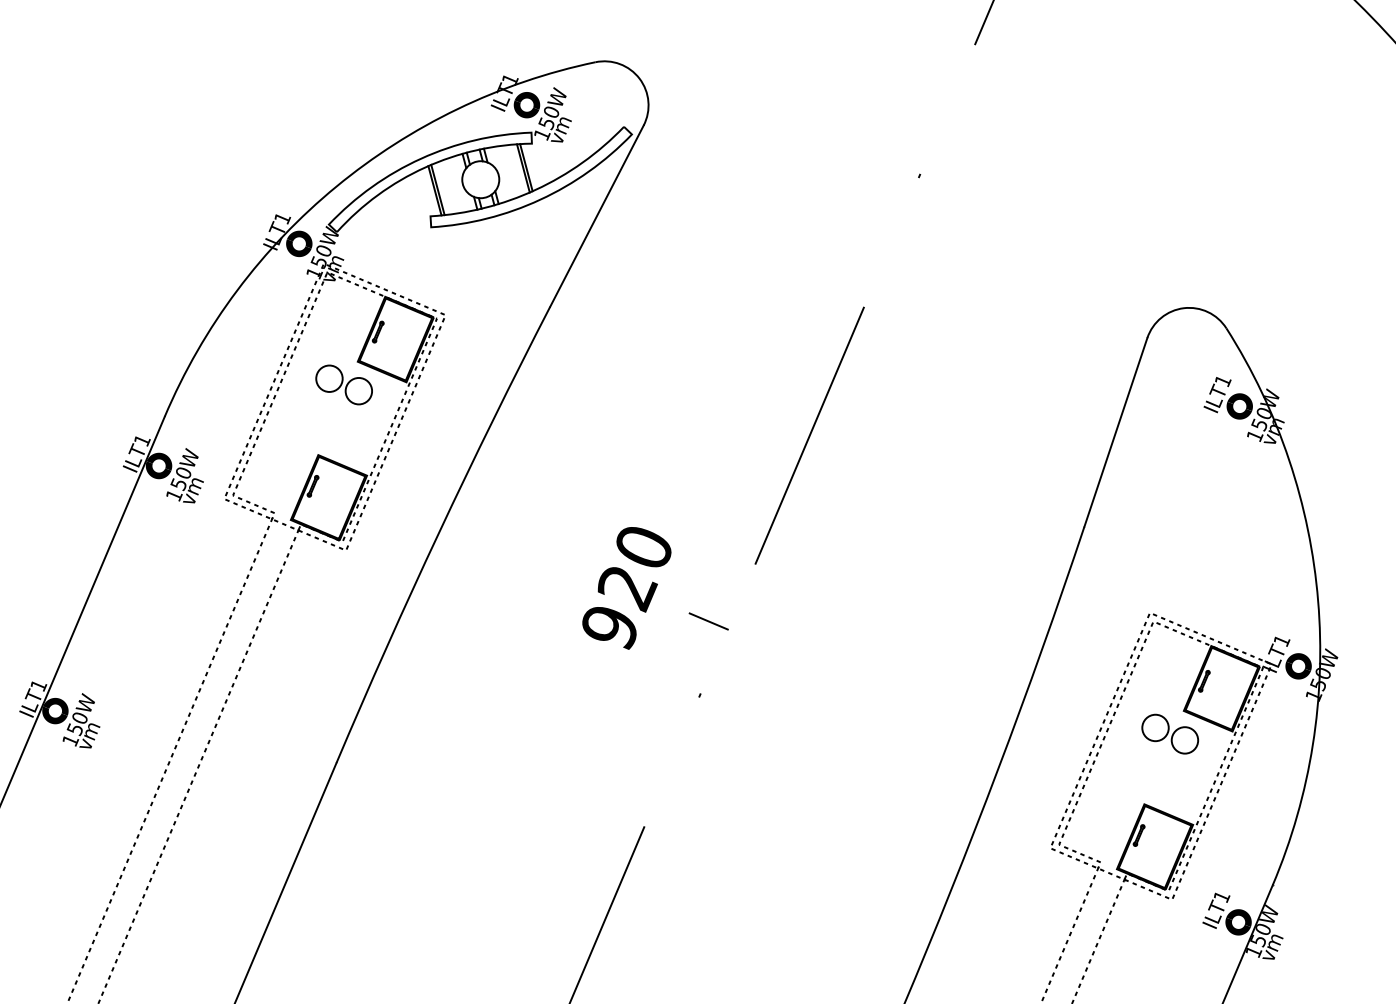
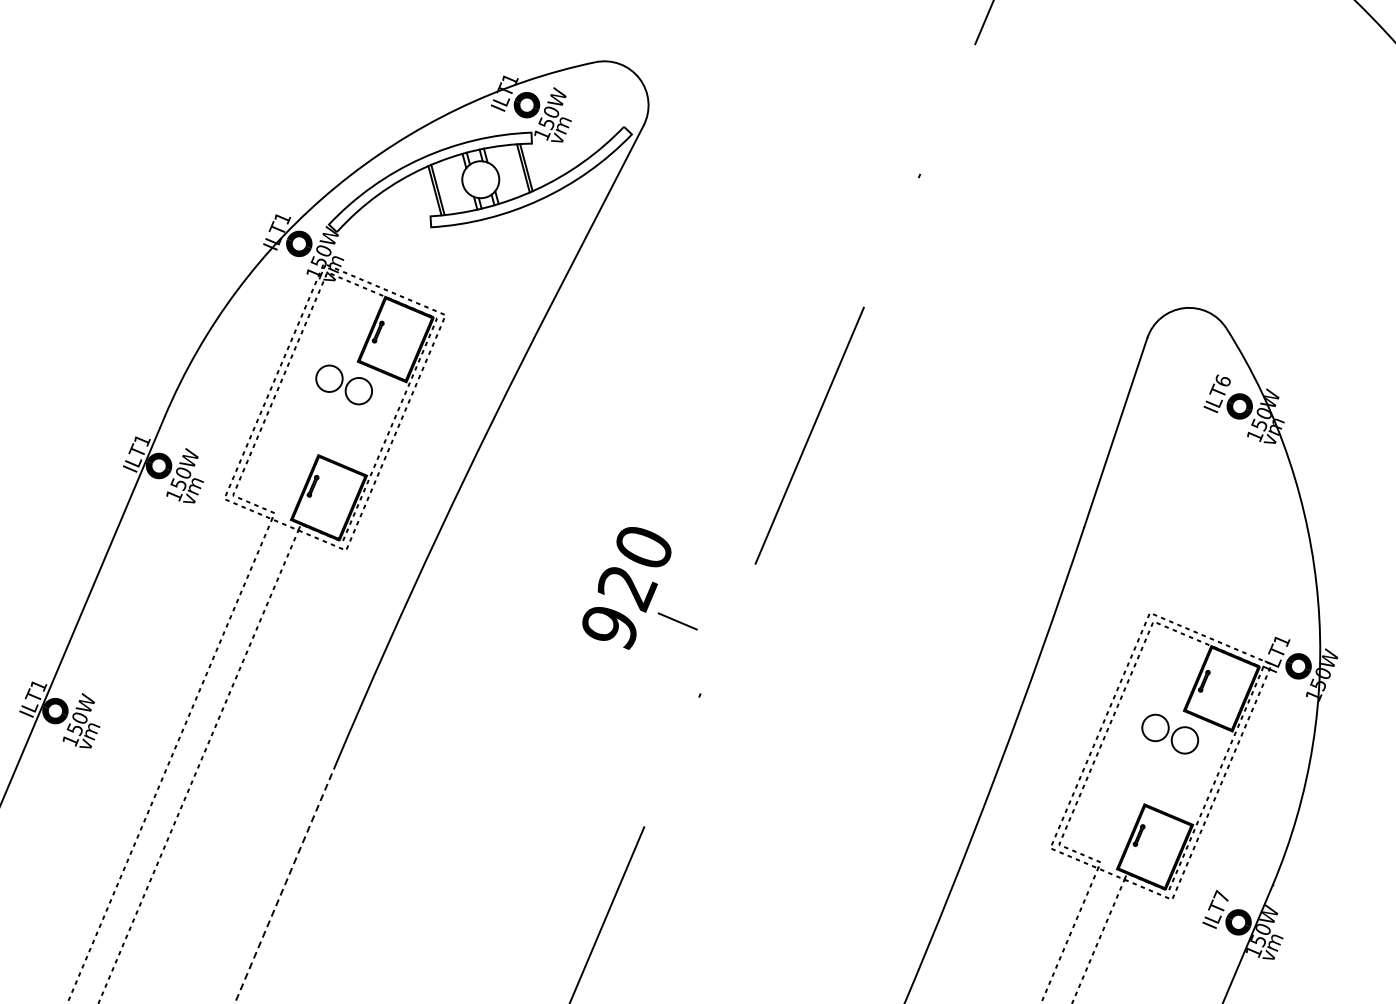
text at (1223, 380): ILT1 -> ILT6
line at (708, 621) position: (708, 621) -> (677, 621)
line at (285, 883): solid -> dashed
text at (1221, 895): ILT1 -> ILT7
